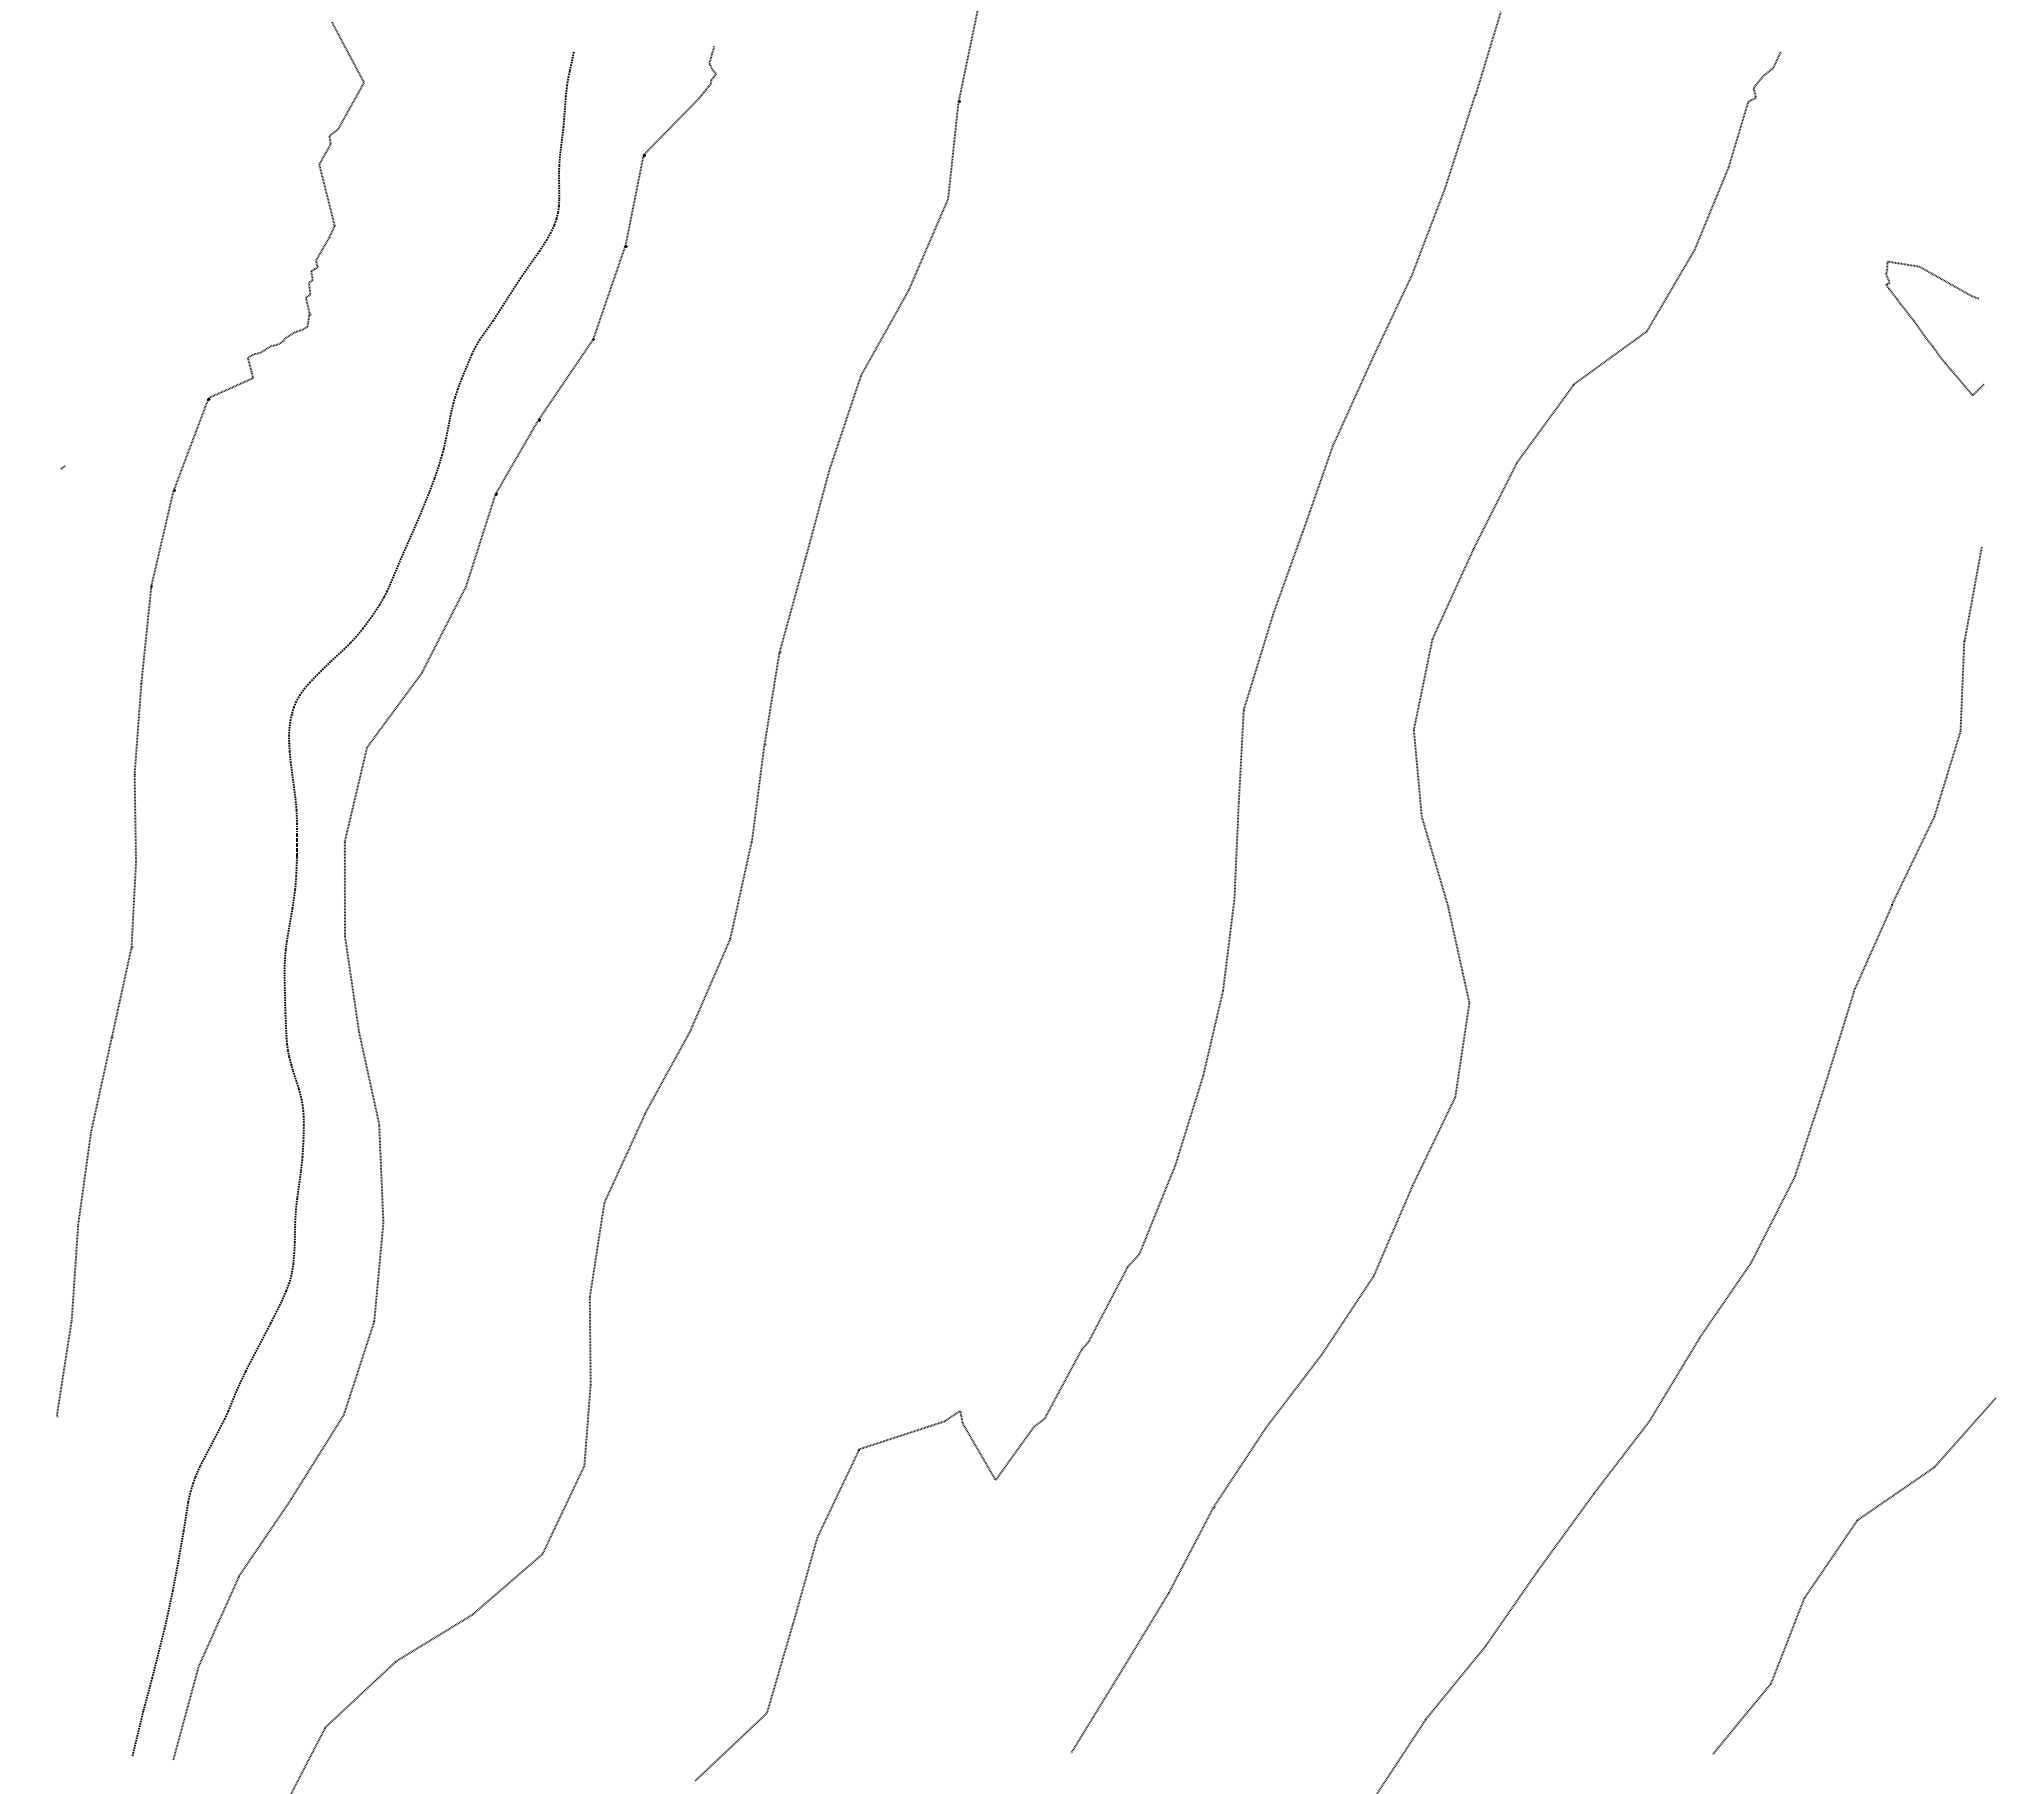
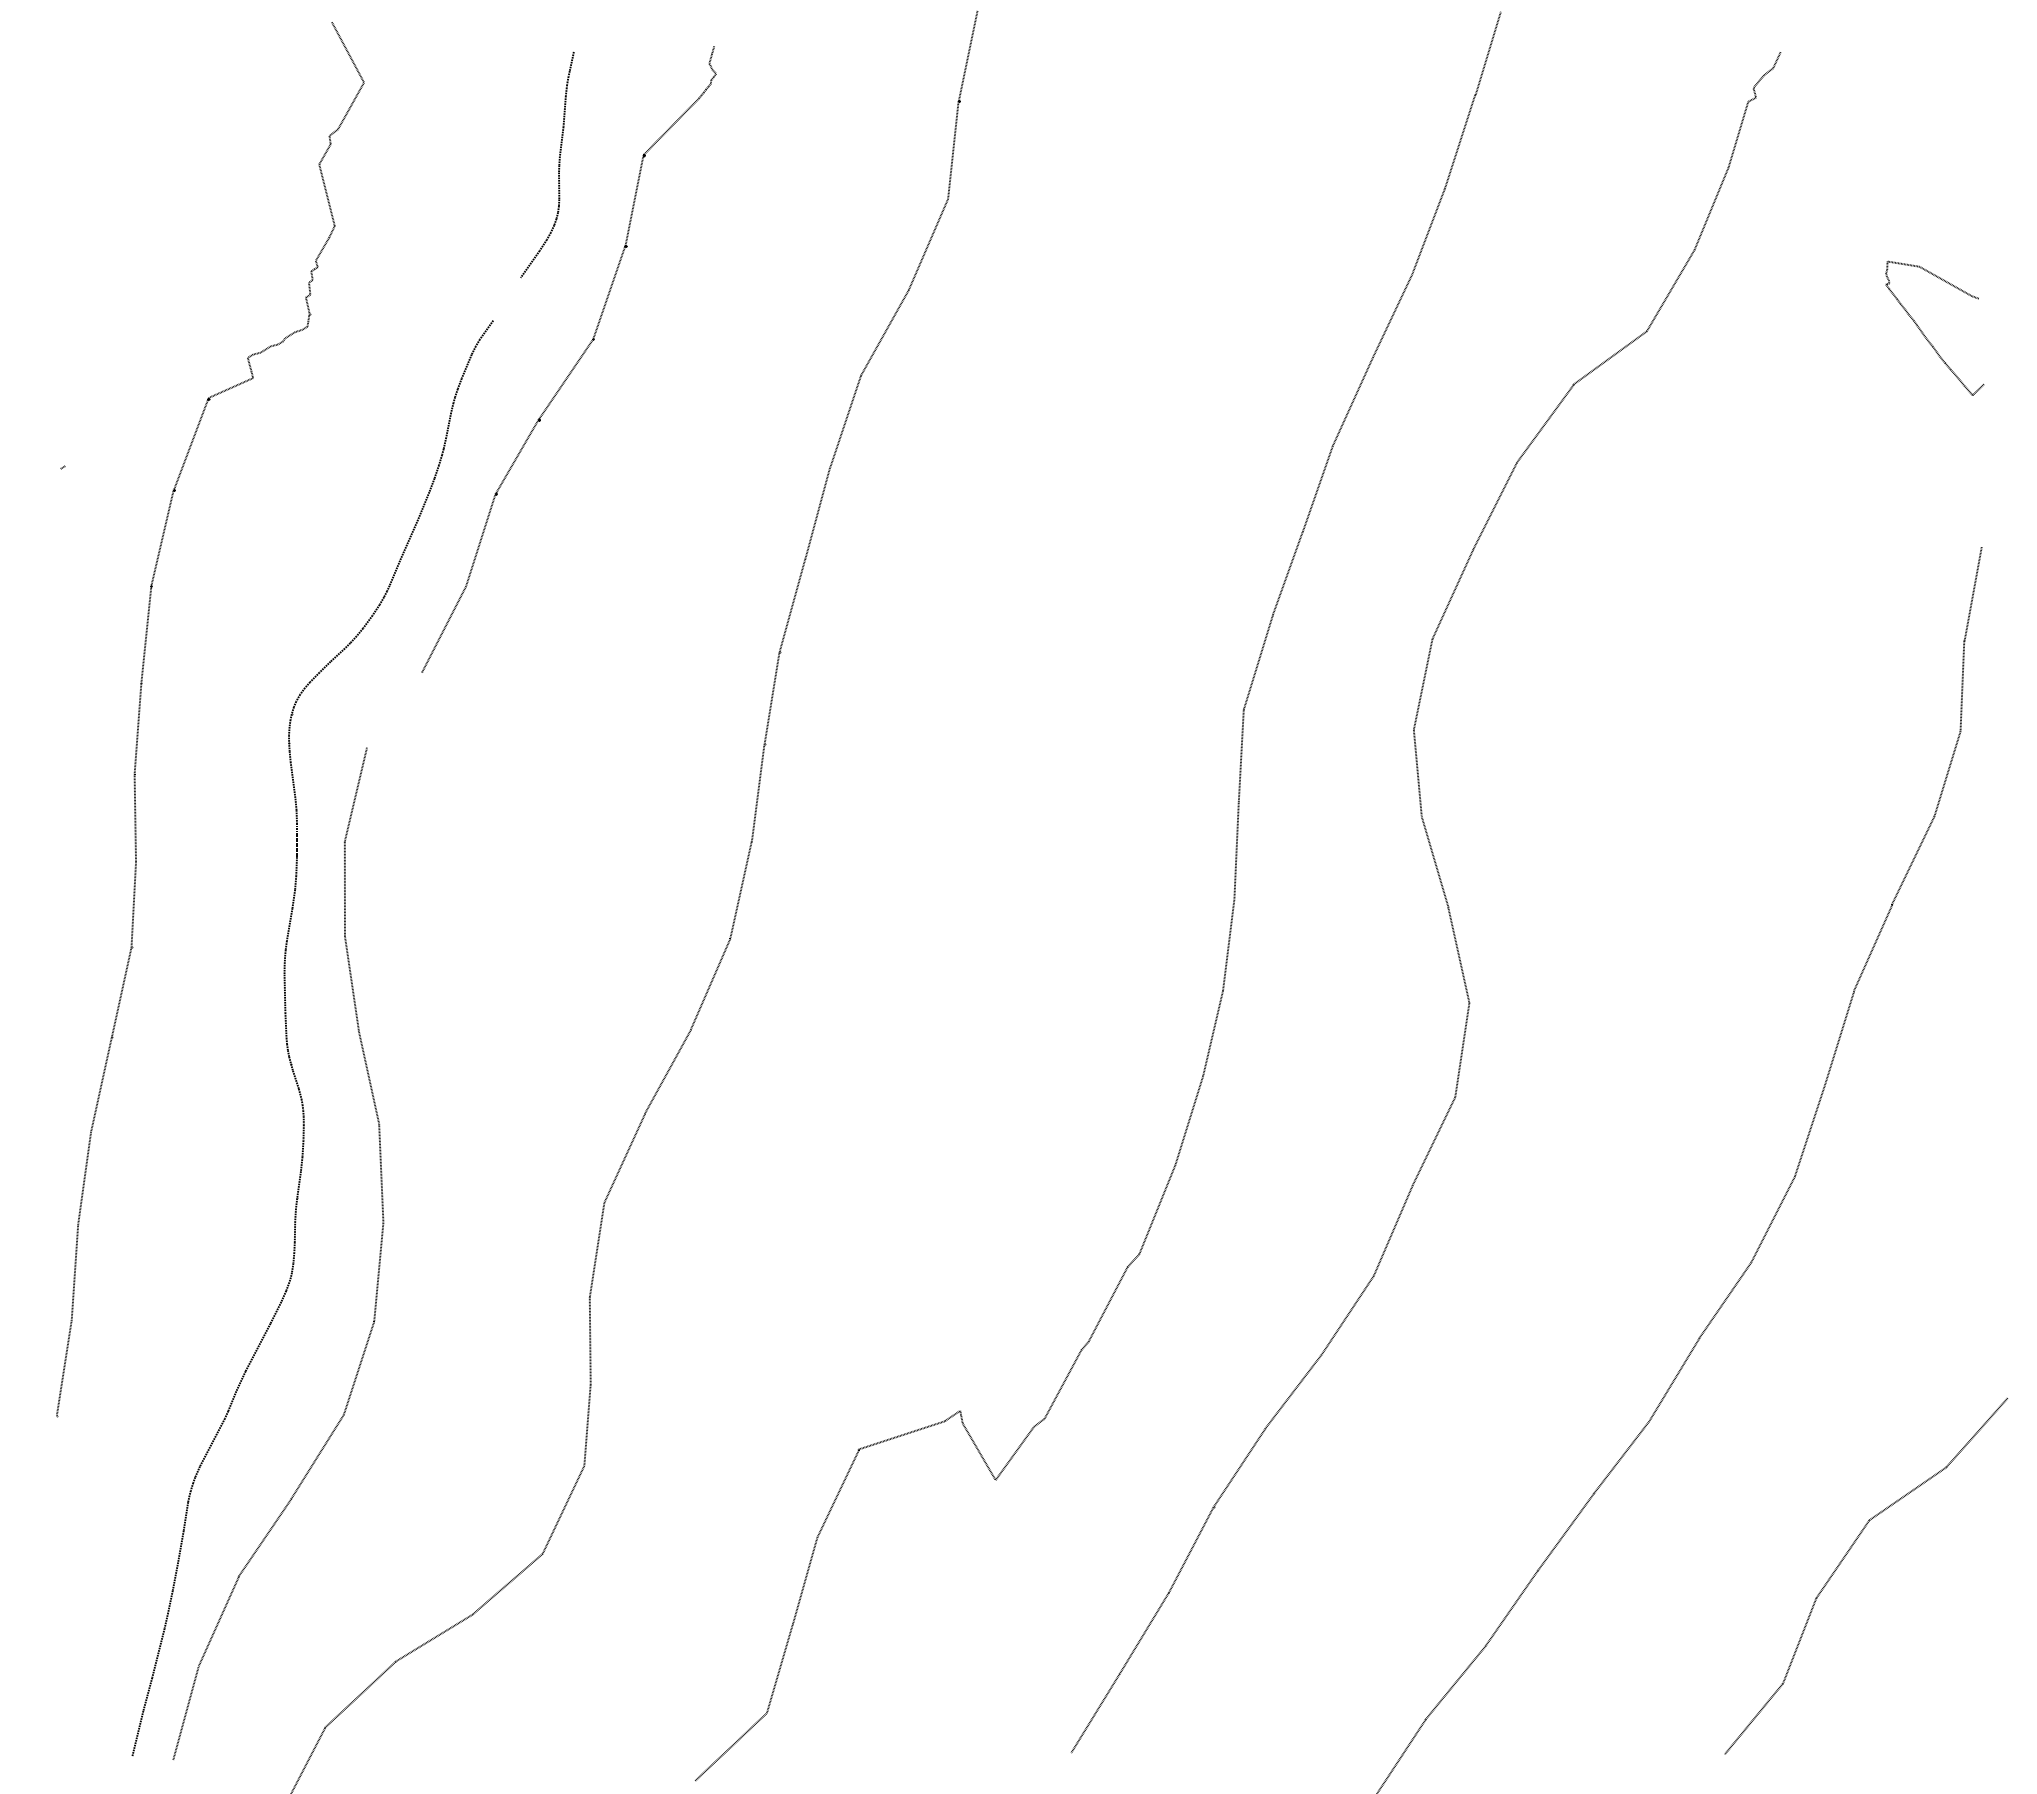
line at (506, 298): present -> none
line at (393, 709): present -> none
part at (1829, 1563) position: (1829, 1563) -> (1841, 1563)
